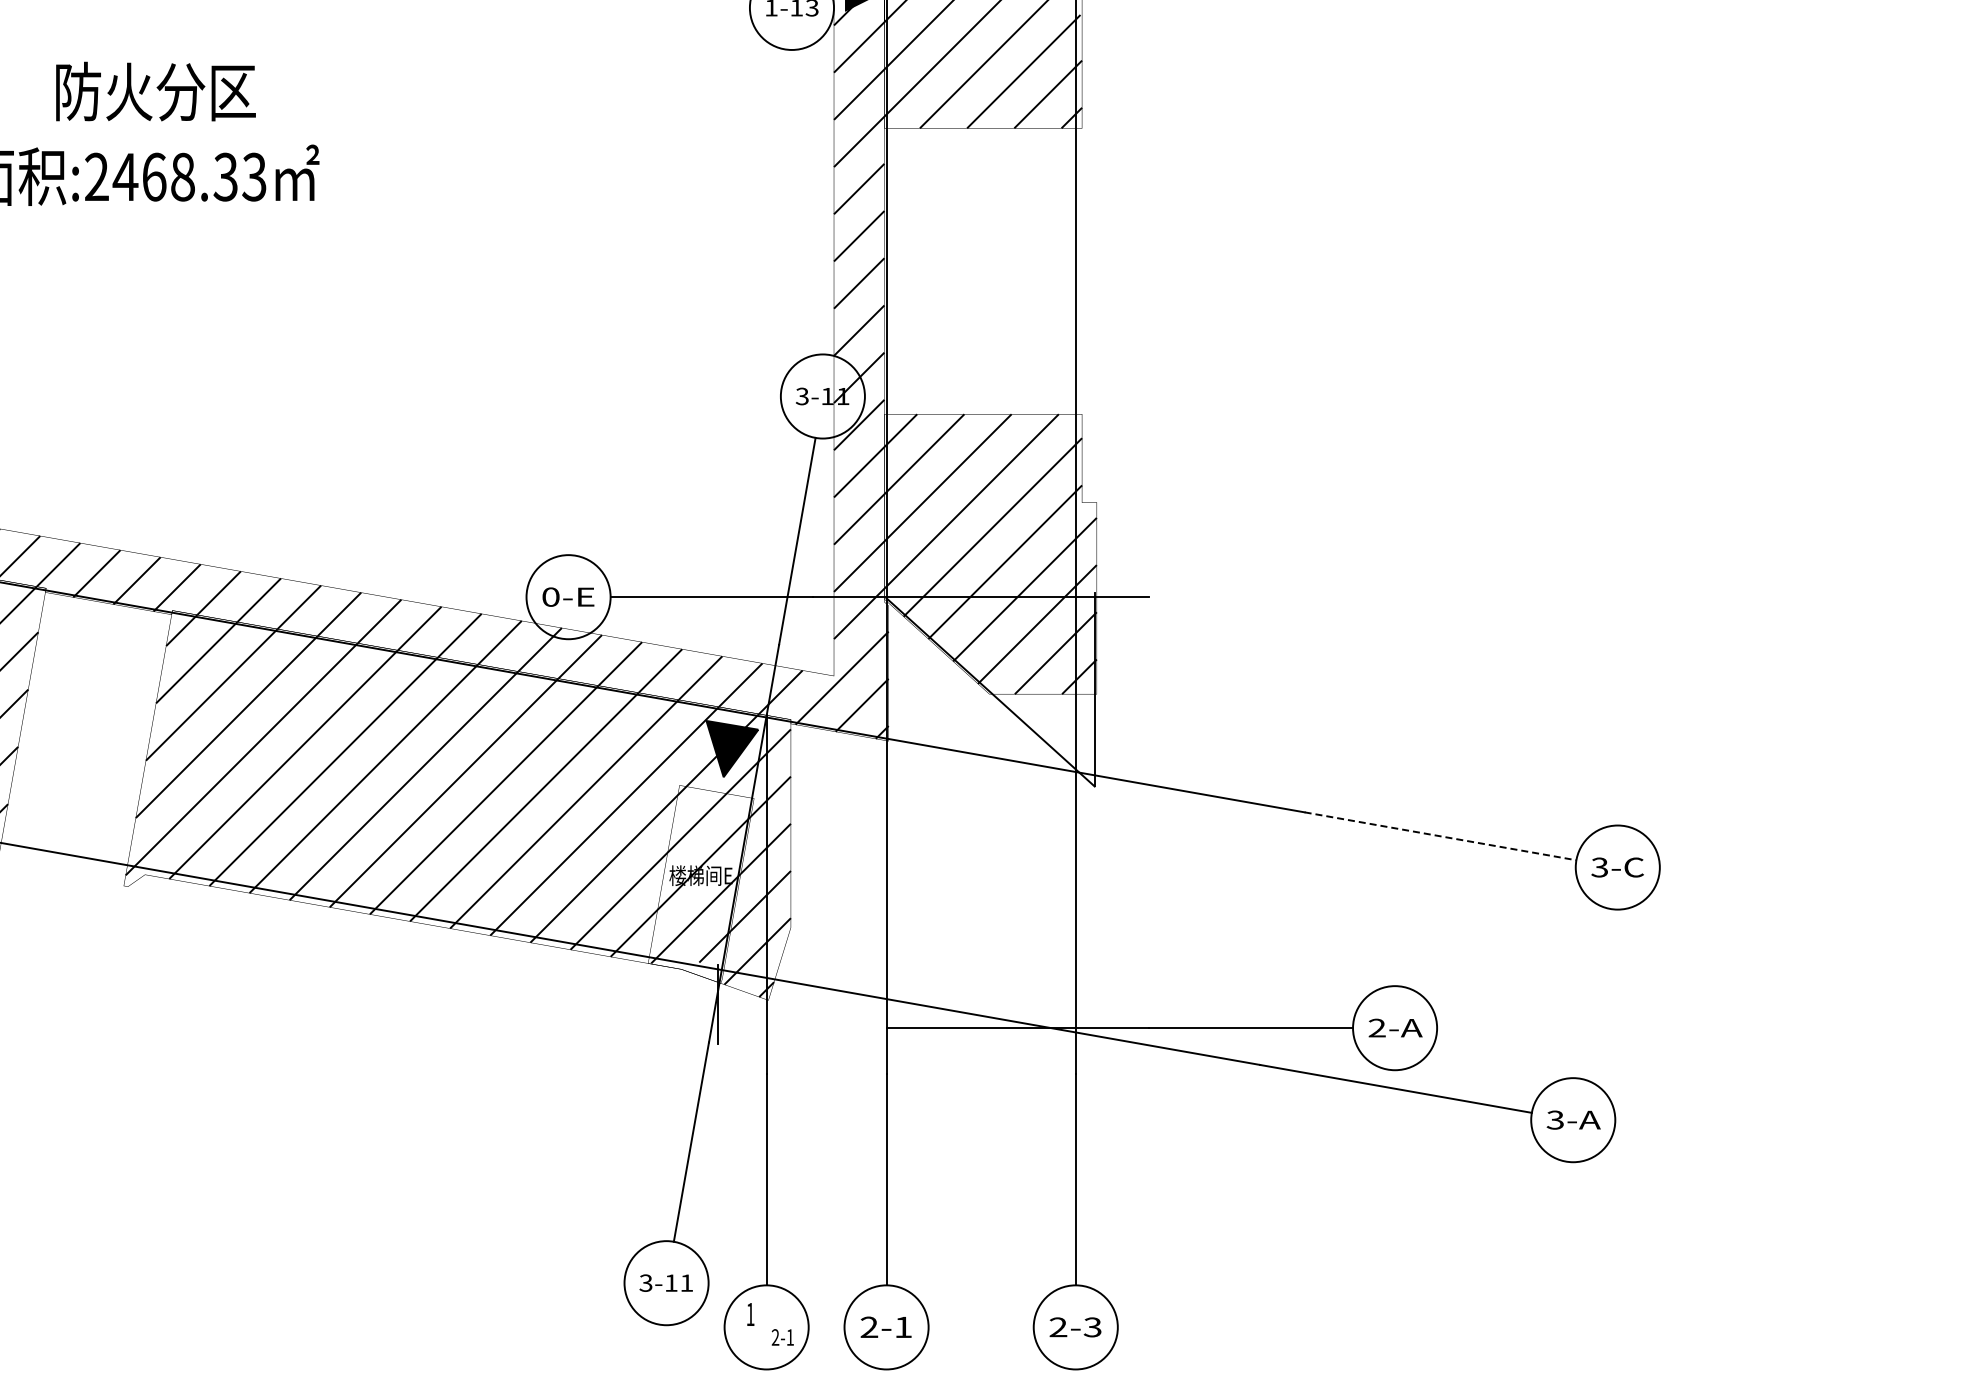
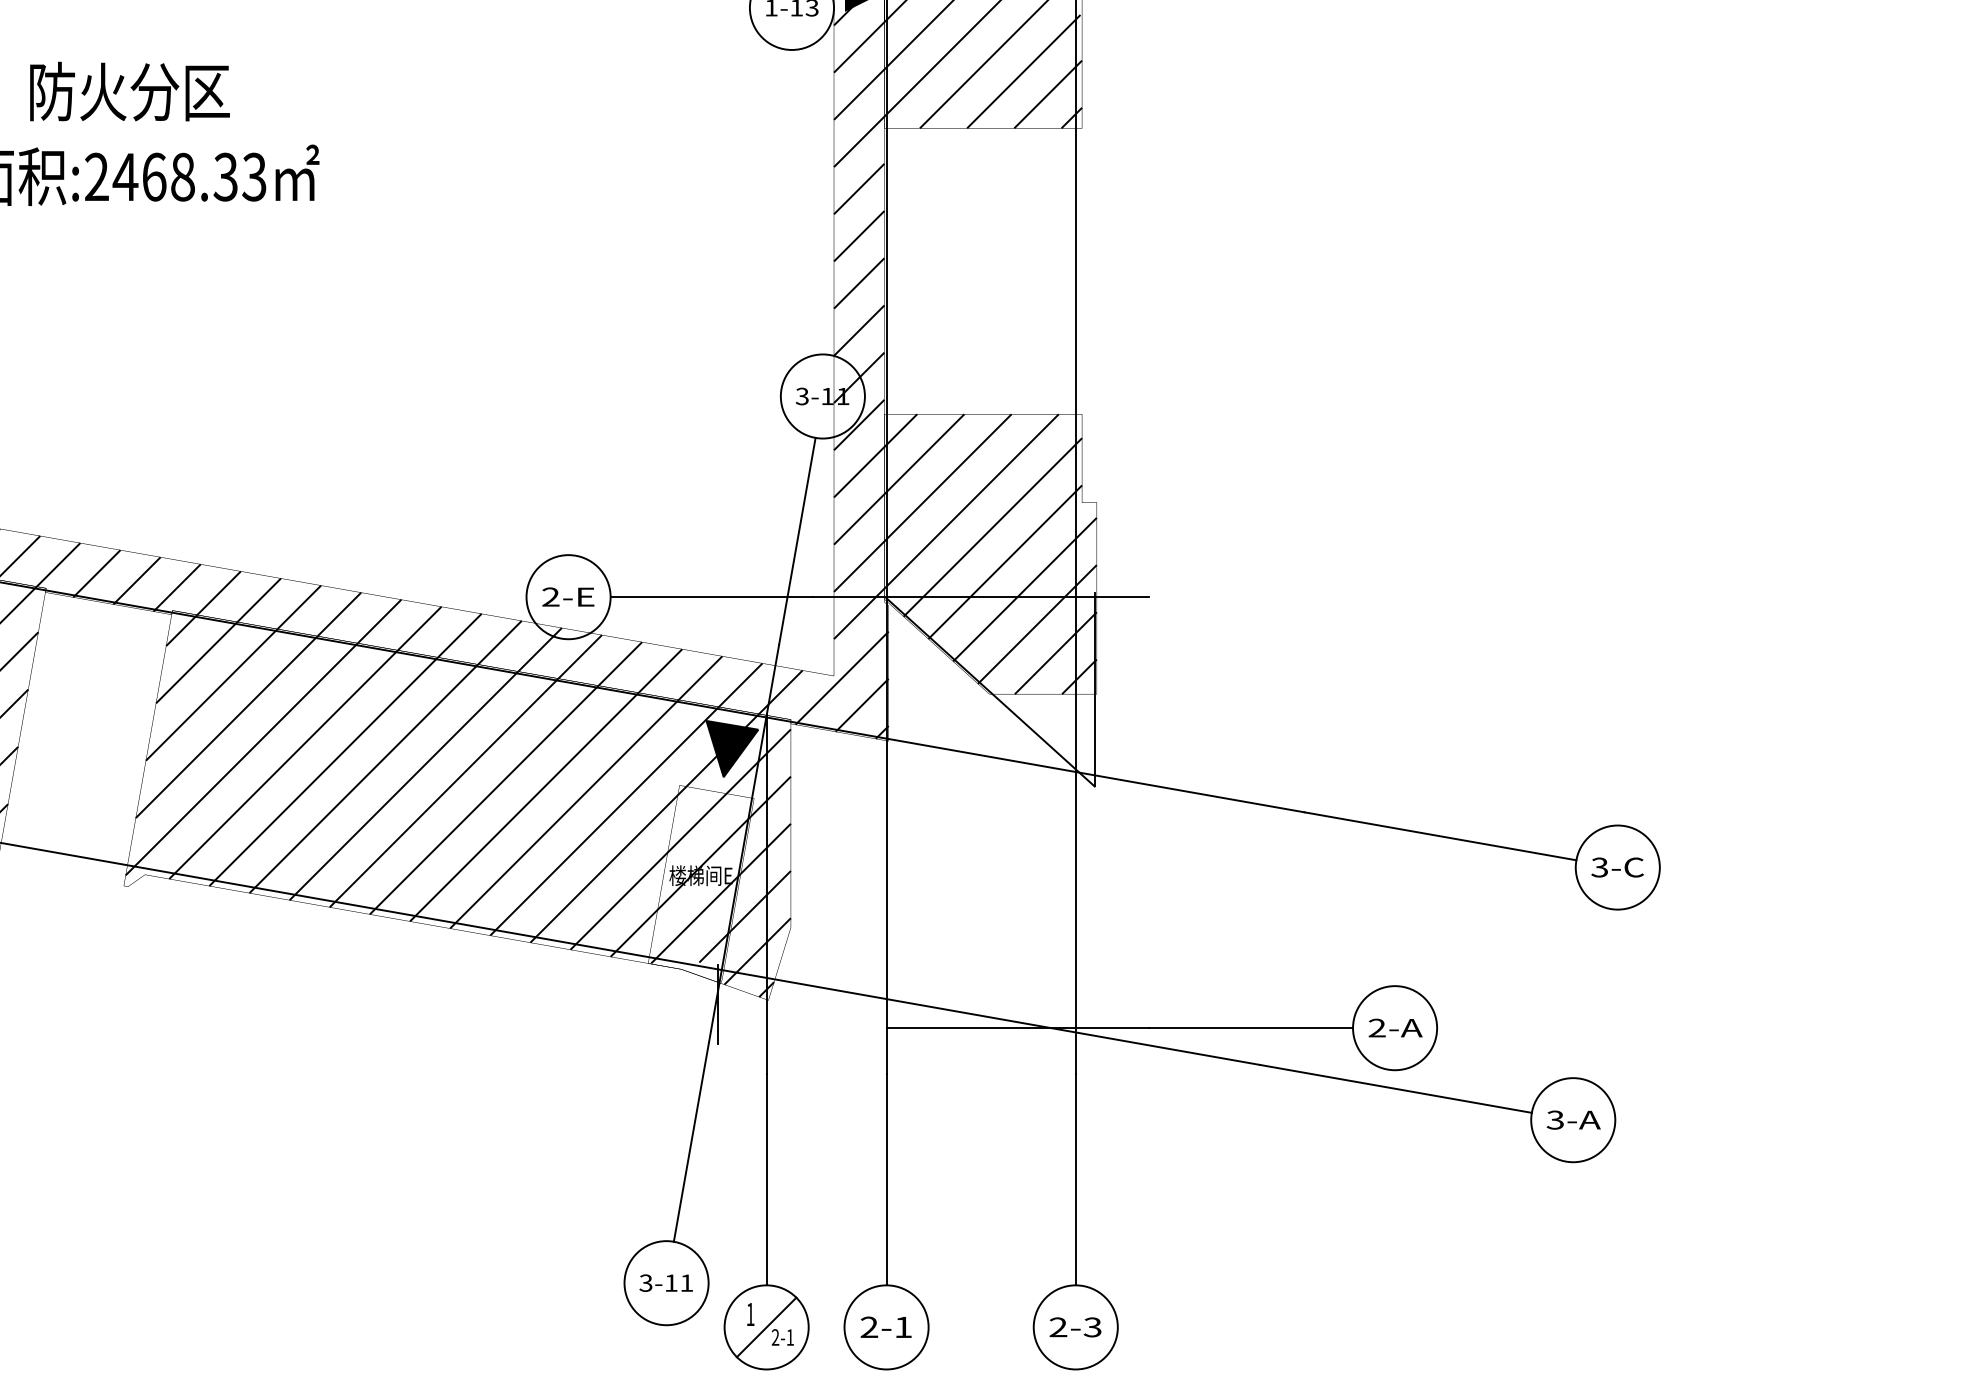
text at (155, 91) position: (155, 91) -> (129, 91)
text at (550, 596): 0-E -> 2-E
line at (1440, 836): dashed -> solid
line at (766, 1327): none -> present
